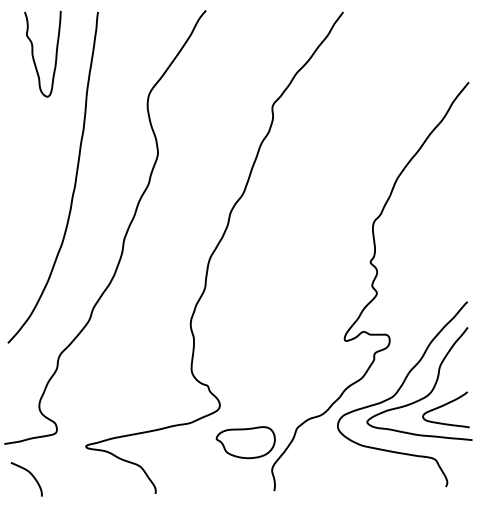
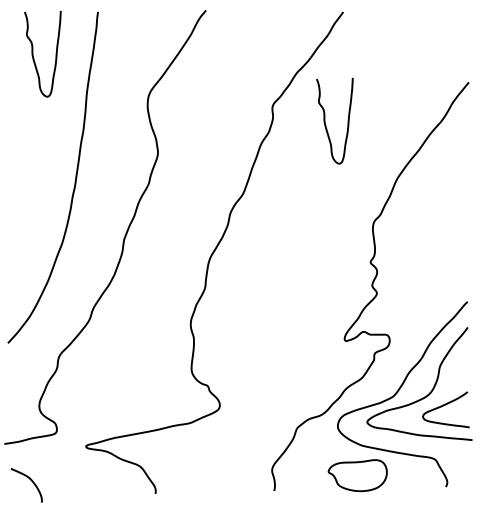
curve at (325, 120): none -> present
part at (245, 442) position: (245, 442) -> (357, 475)
curve at (30, 474) position: (30, 474) -> (30, 480)
